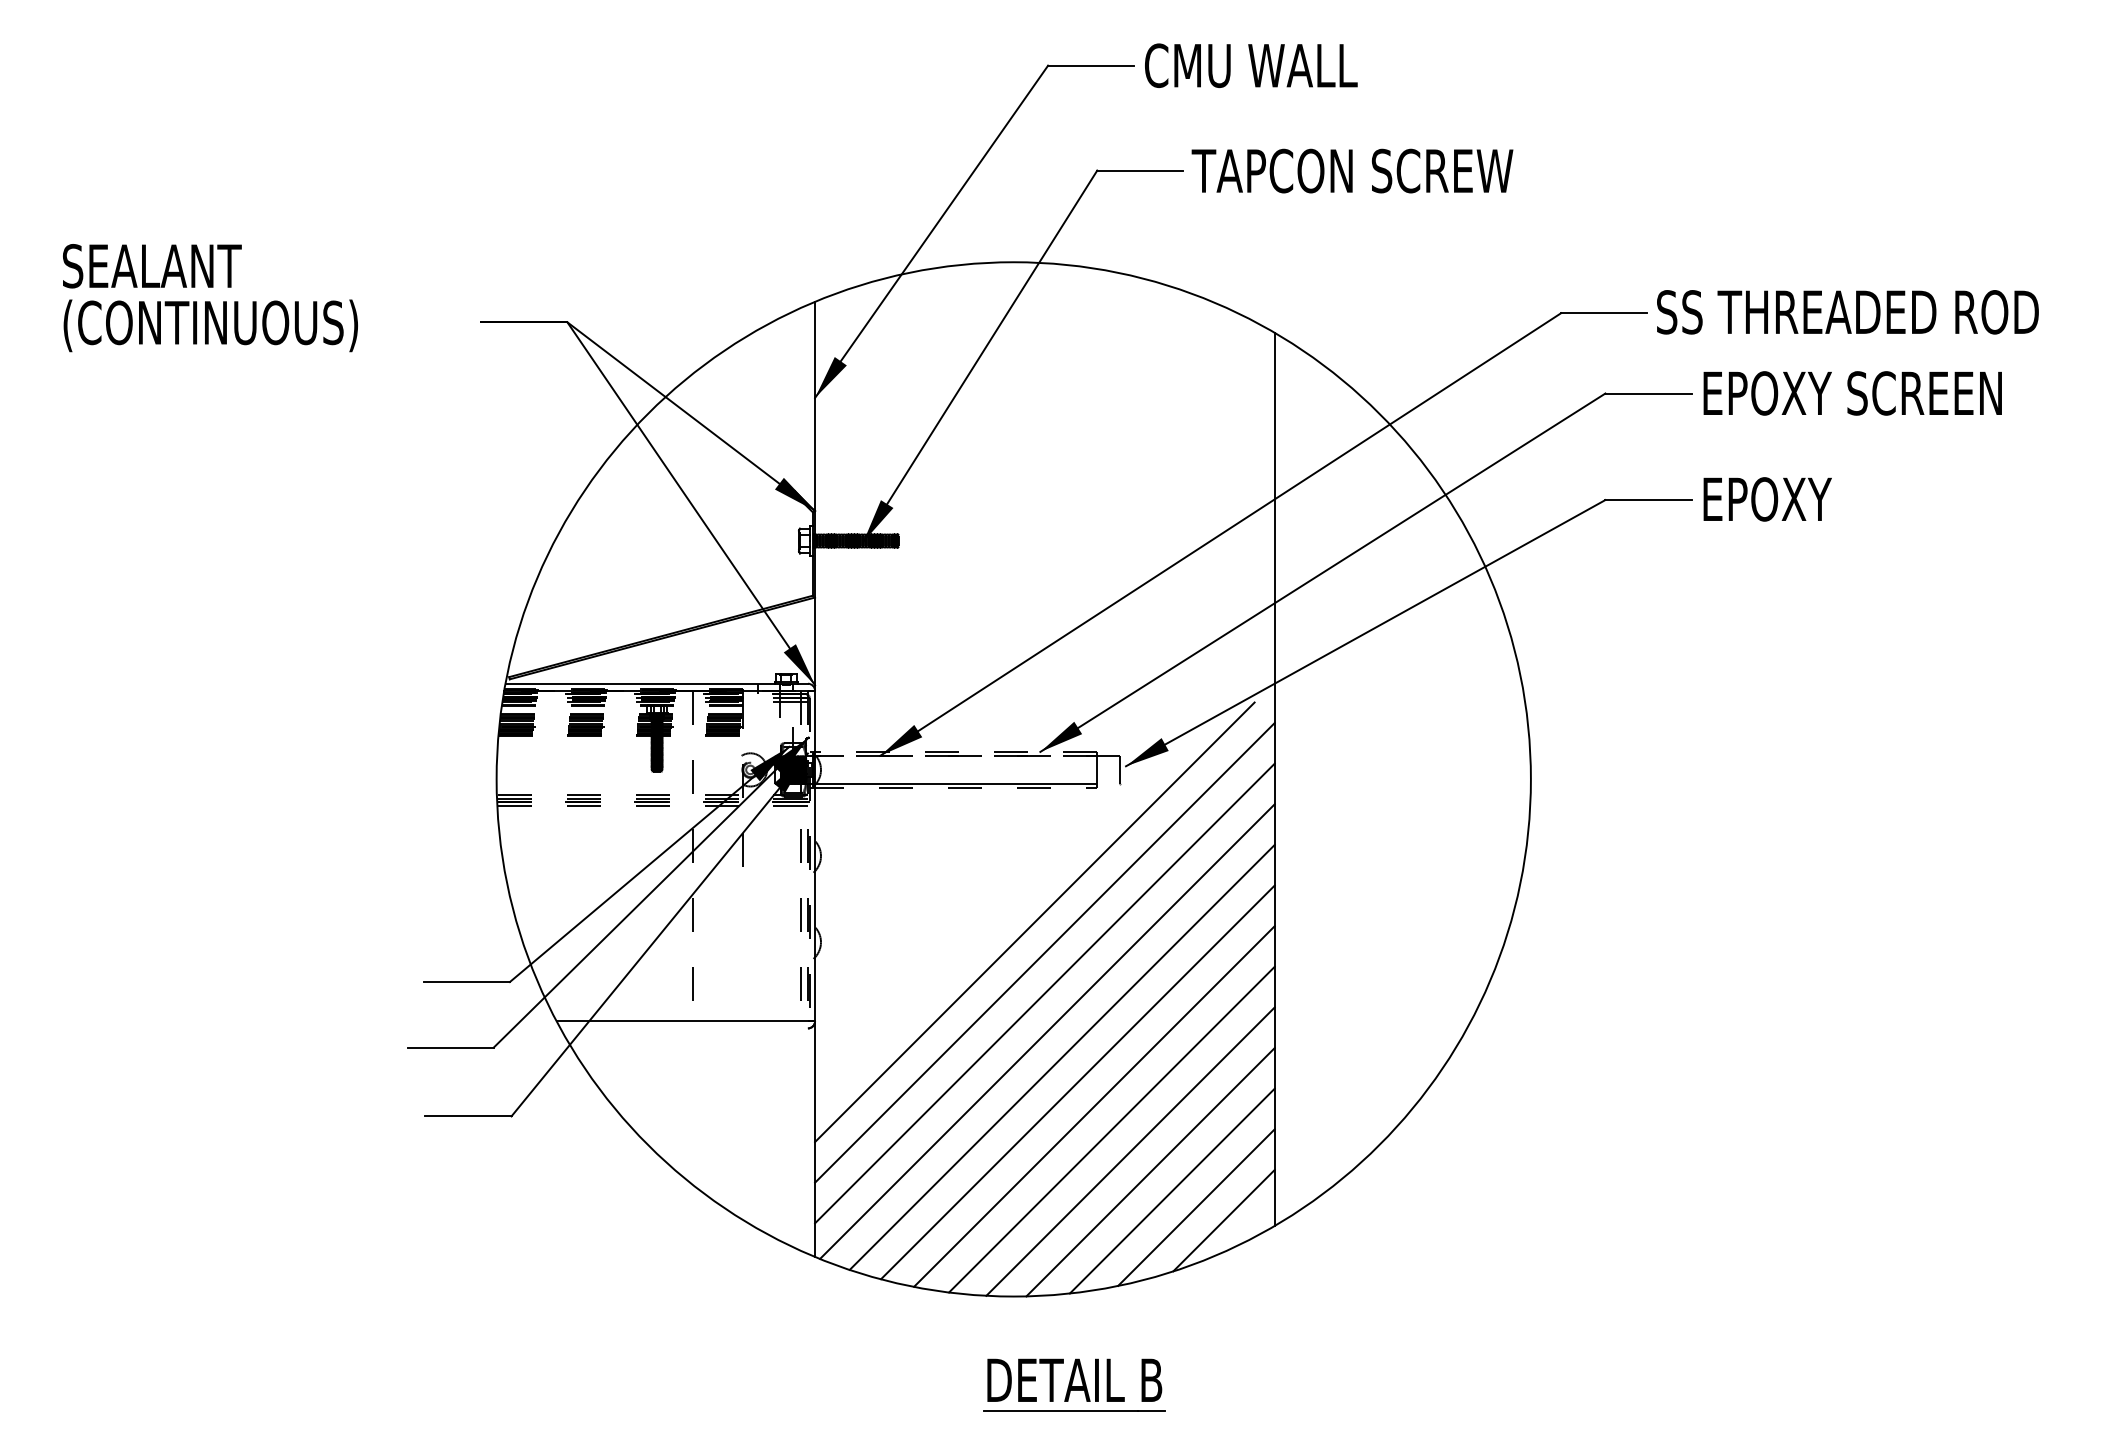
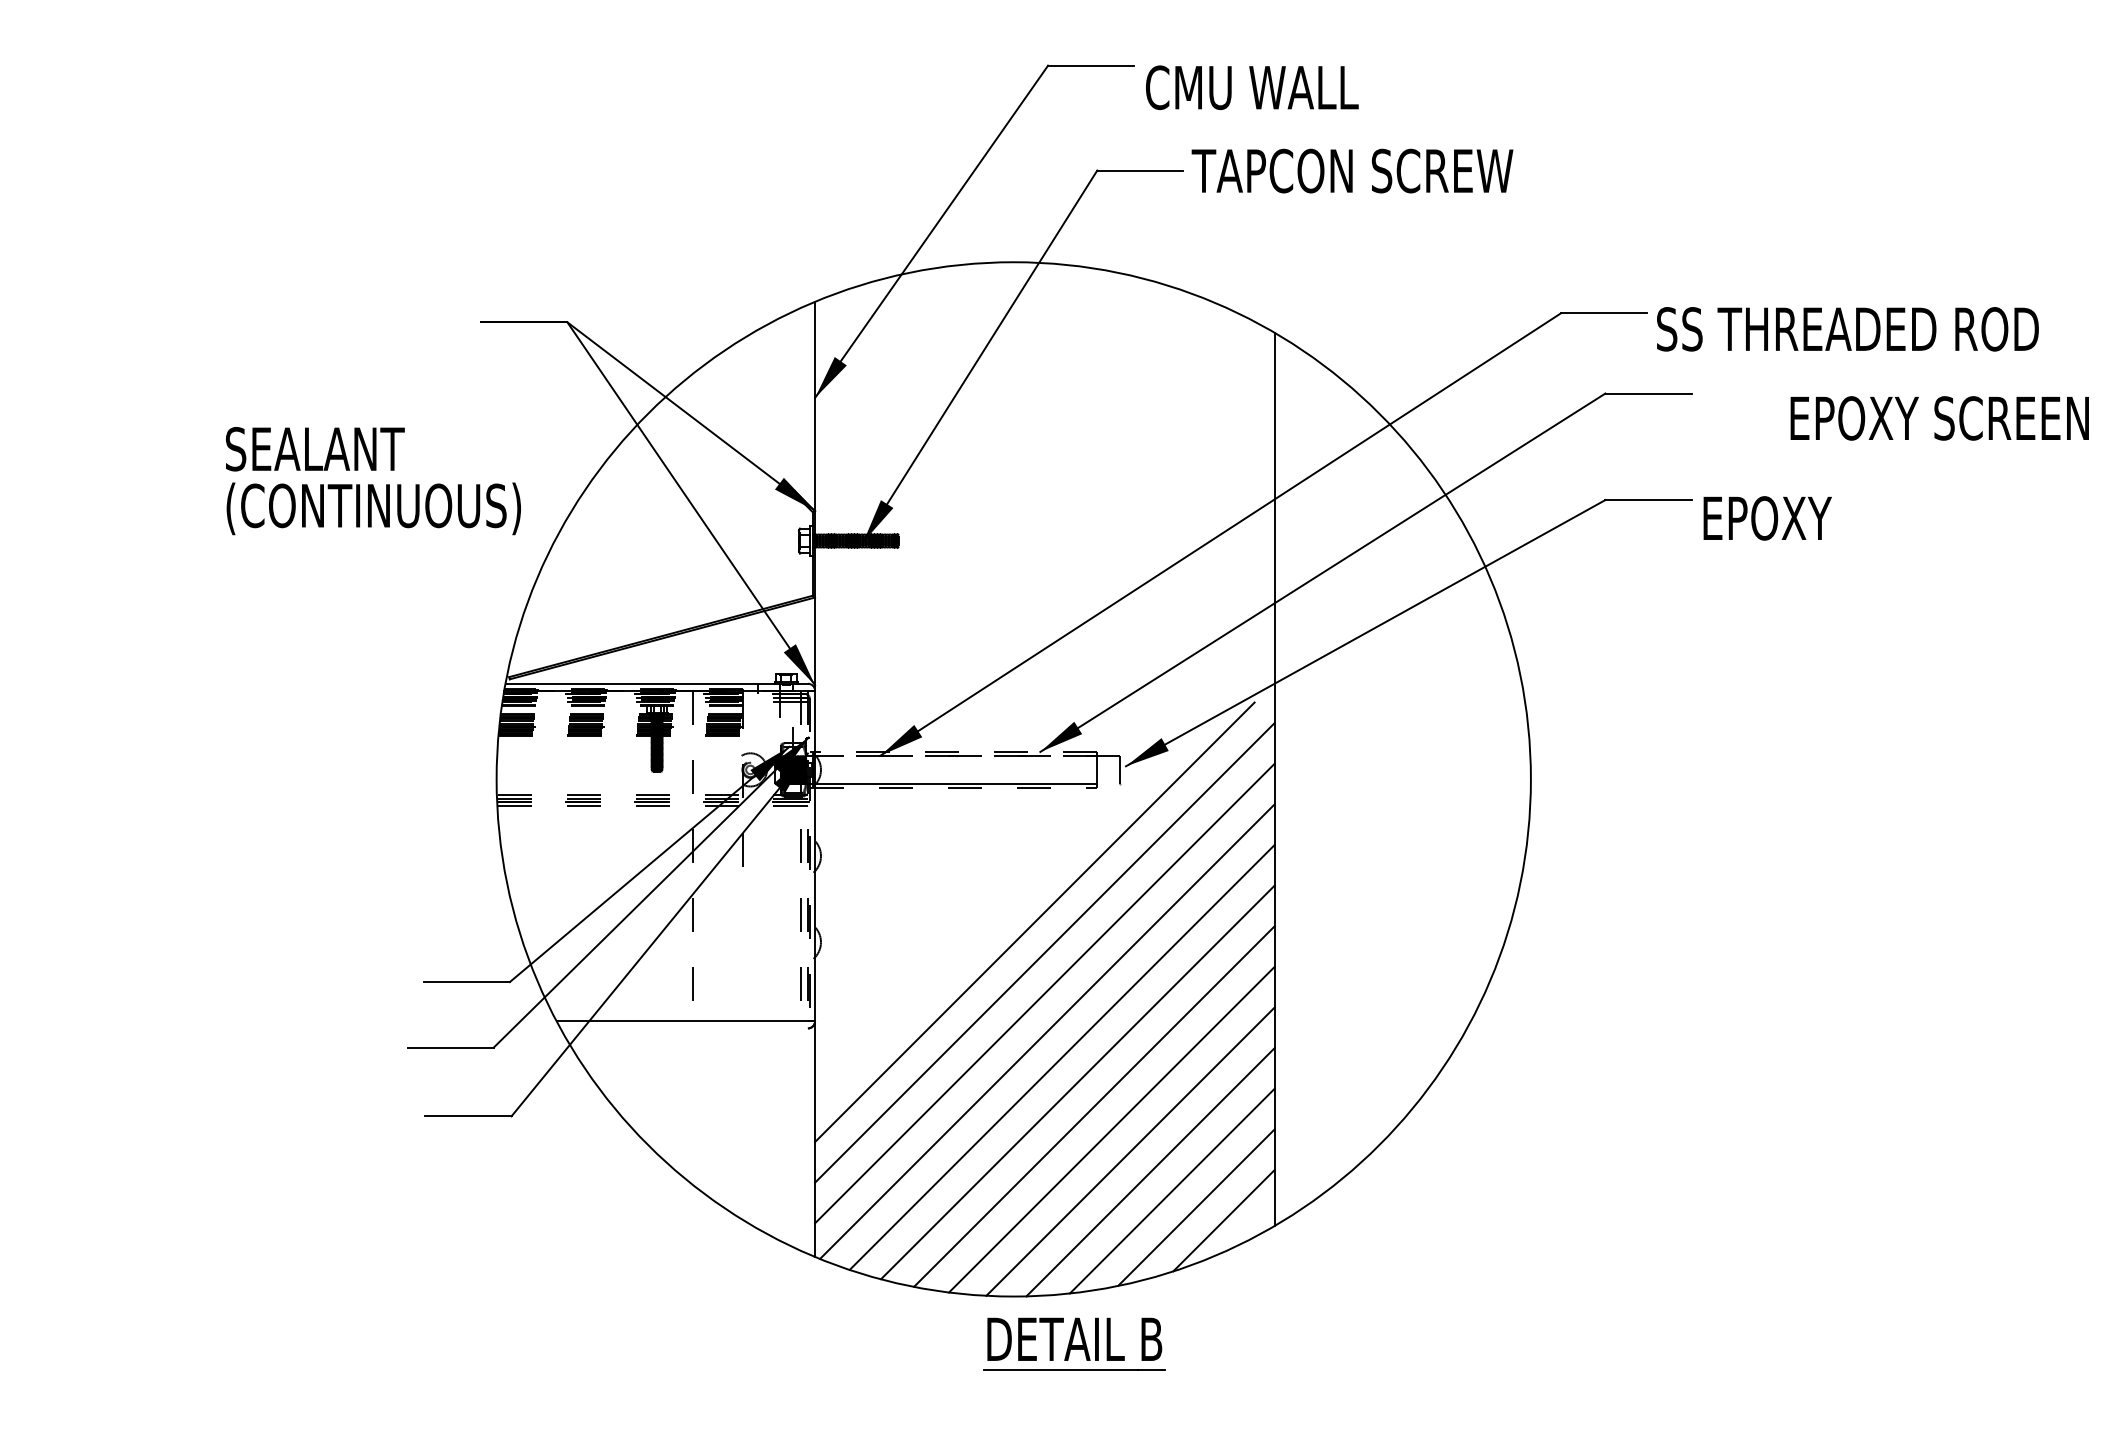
text at (1251, 65) position: (1251, 65) -> (1252, 87)
text at (210, 298) position: (210, 298) -> (373, 481)
text at (1847, 312) position: (1847, 312) -> (1847, 329)
text at (1852, 393) position: (1852, 393) -> (1939, 418)
text at (1767, 499) position: (1767, 499) -> (1767, 518)
part at (1074, 1384) position: (1074, 1384) -> (1074, 1343)
